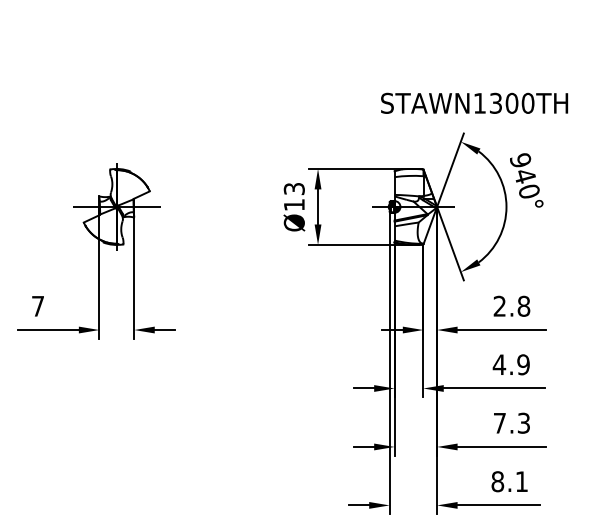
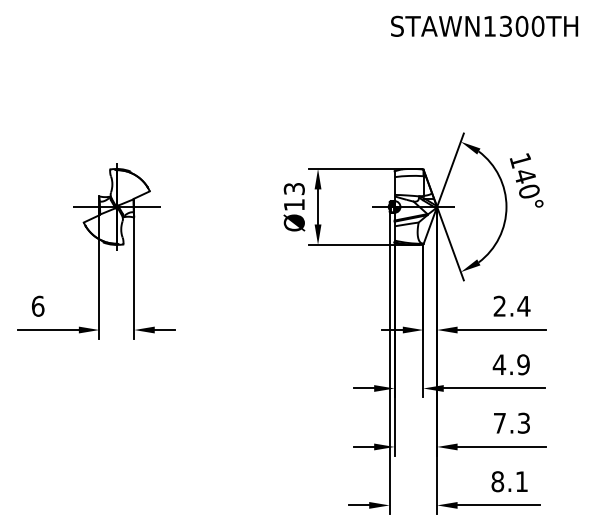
text at (474, 102) position: (474, 102) -> (484, 25)
text at (520, 160): 940° -> 140°
text at (37, 305): 7 -> 6
text at (523, 305): 2.8 -> 2.4
